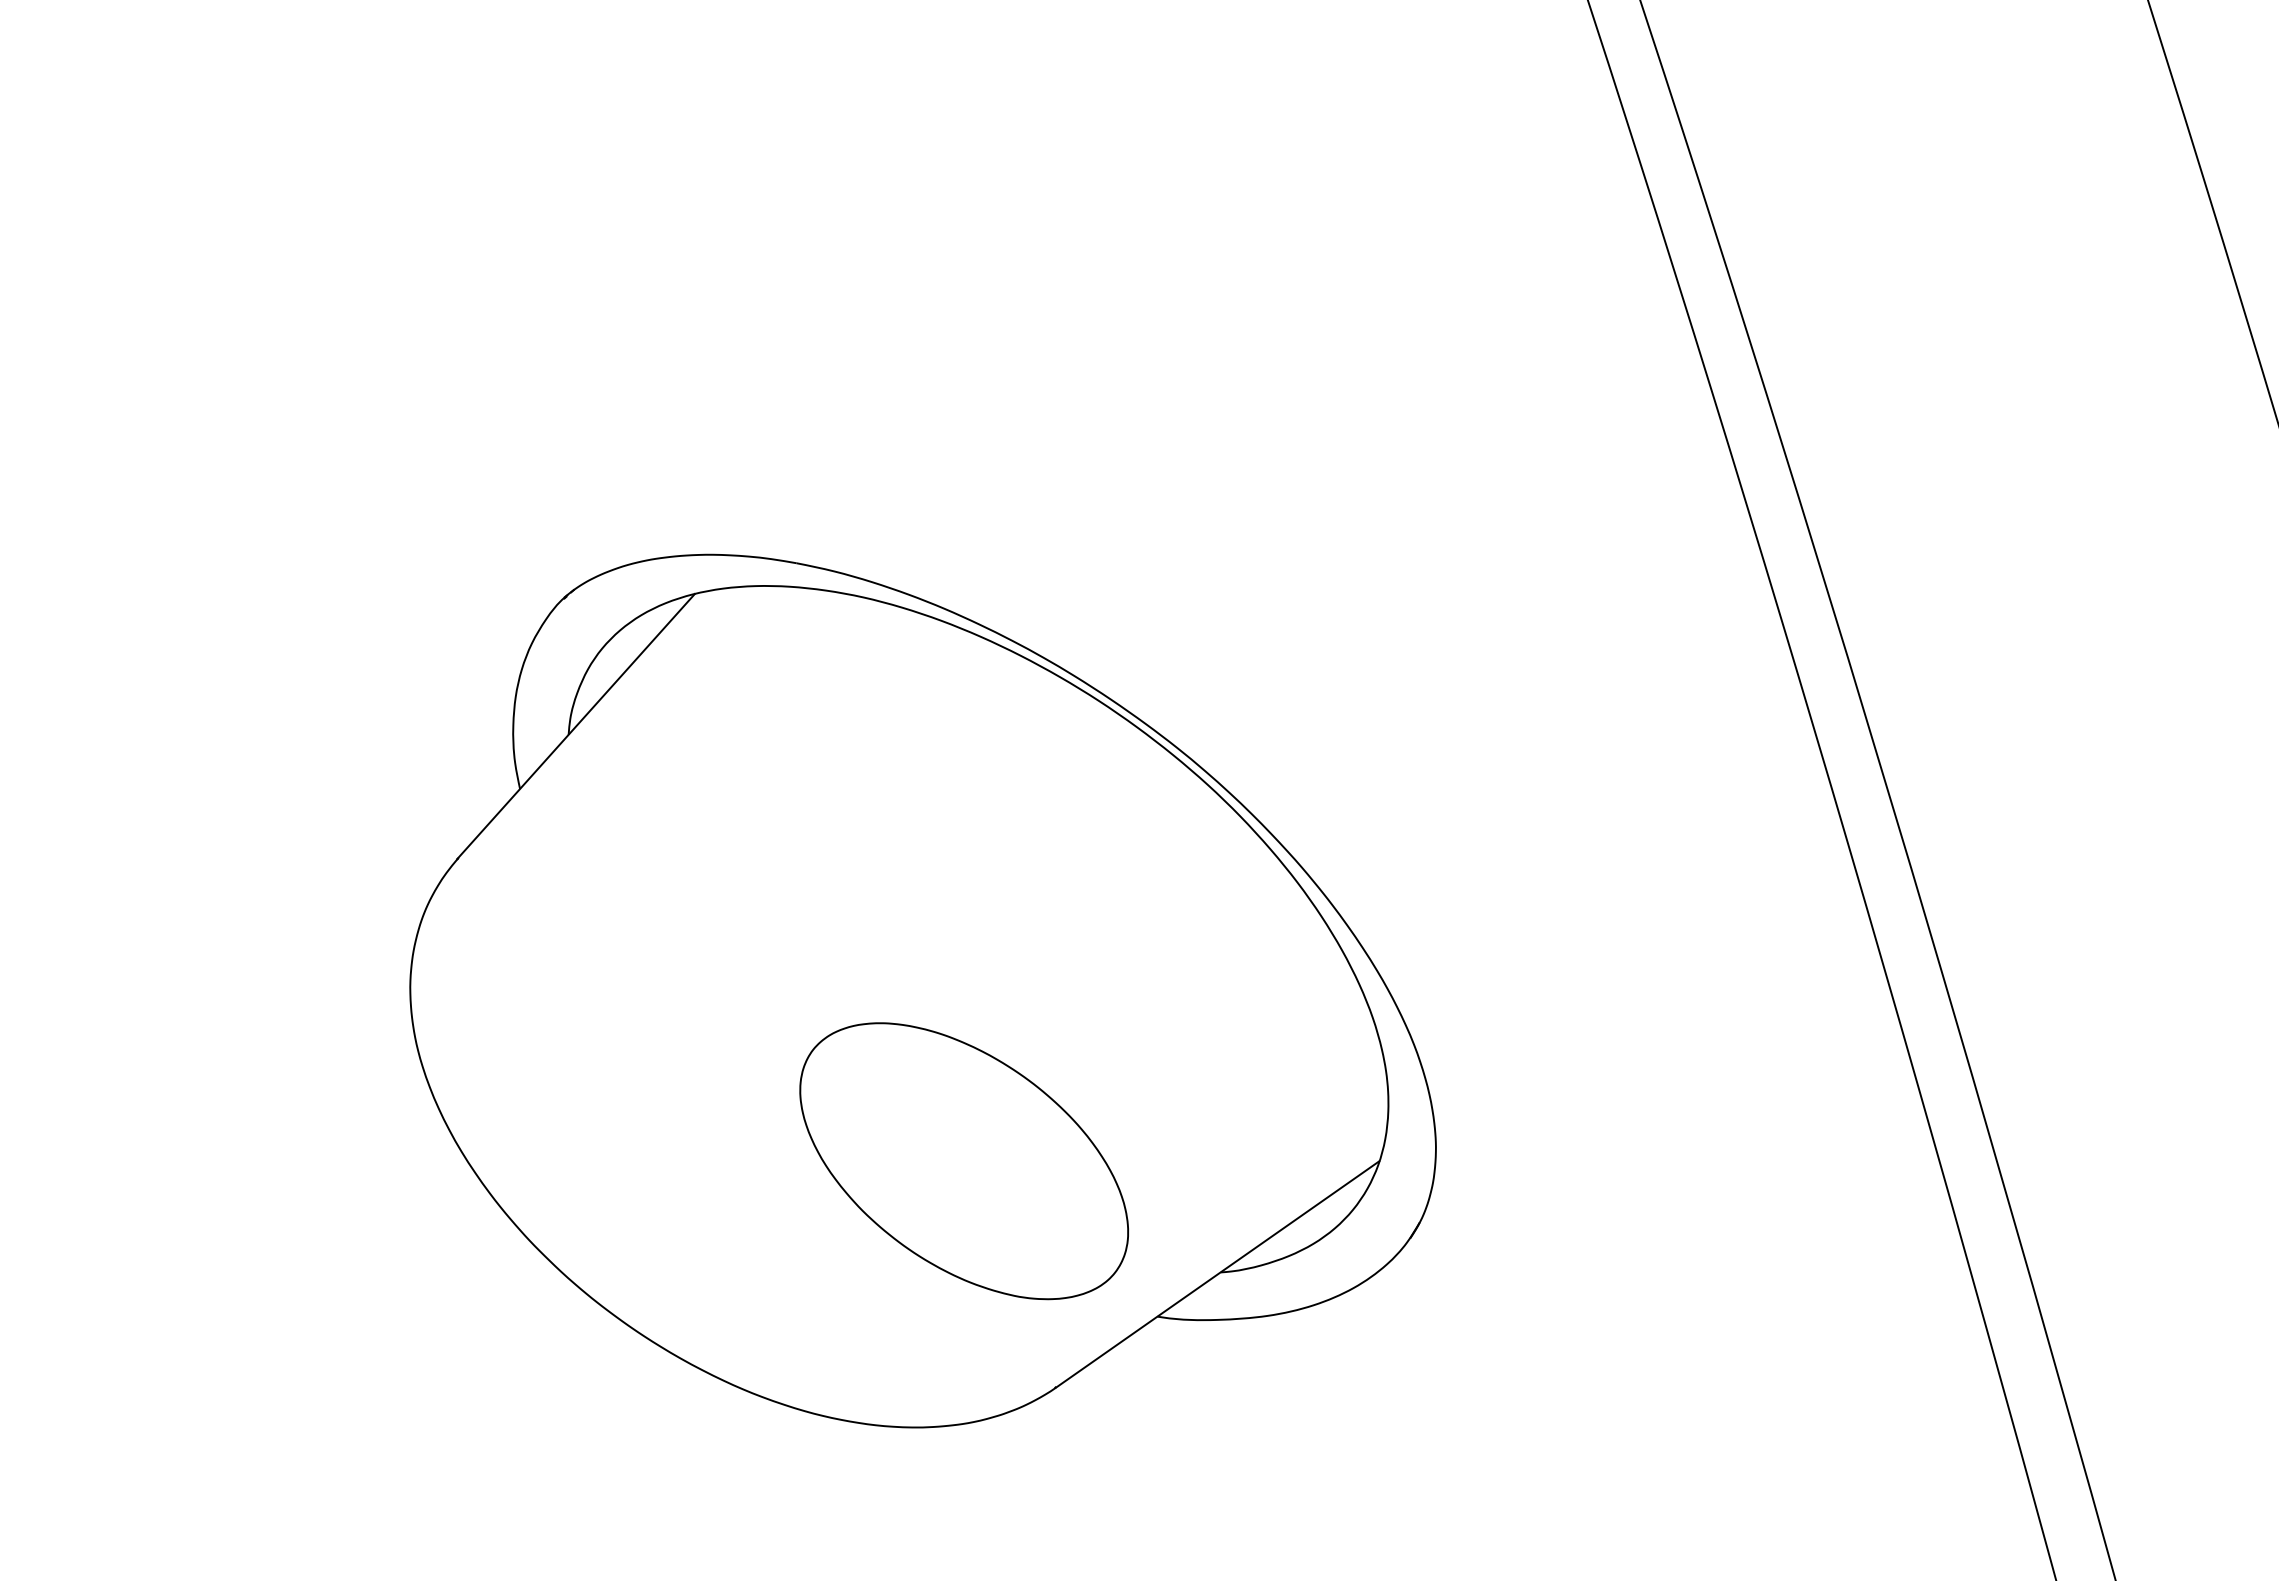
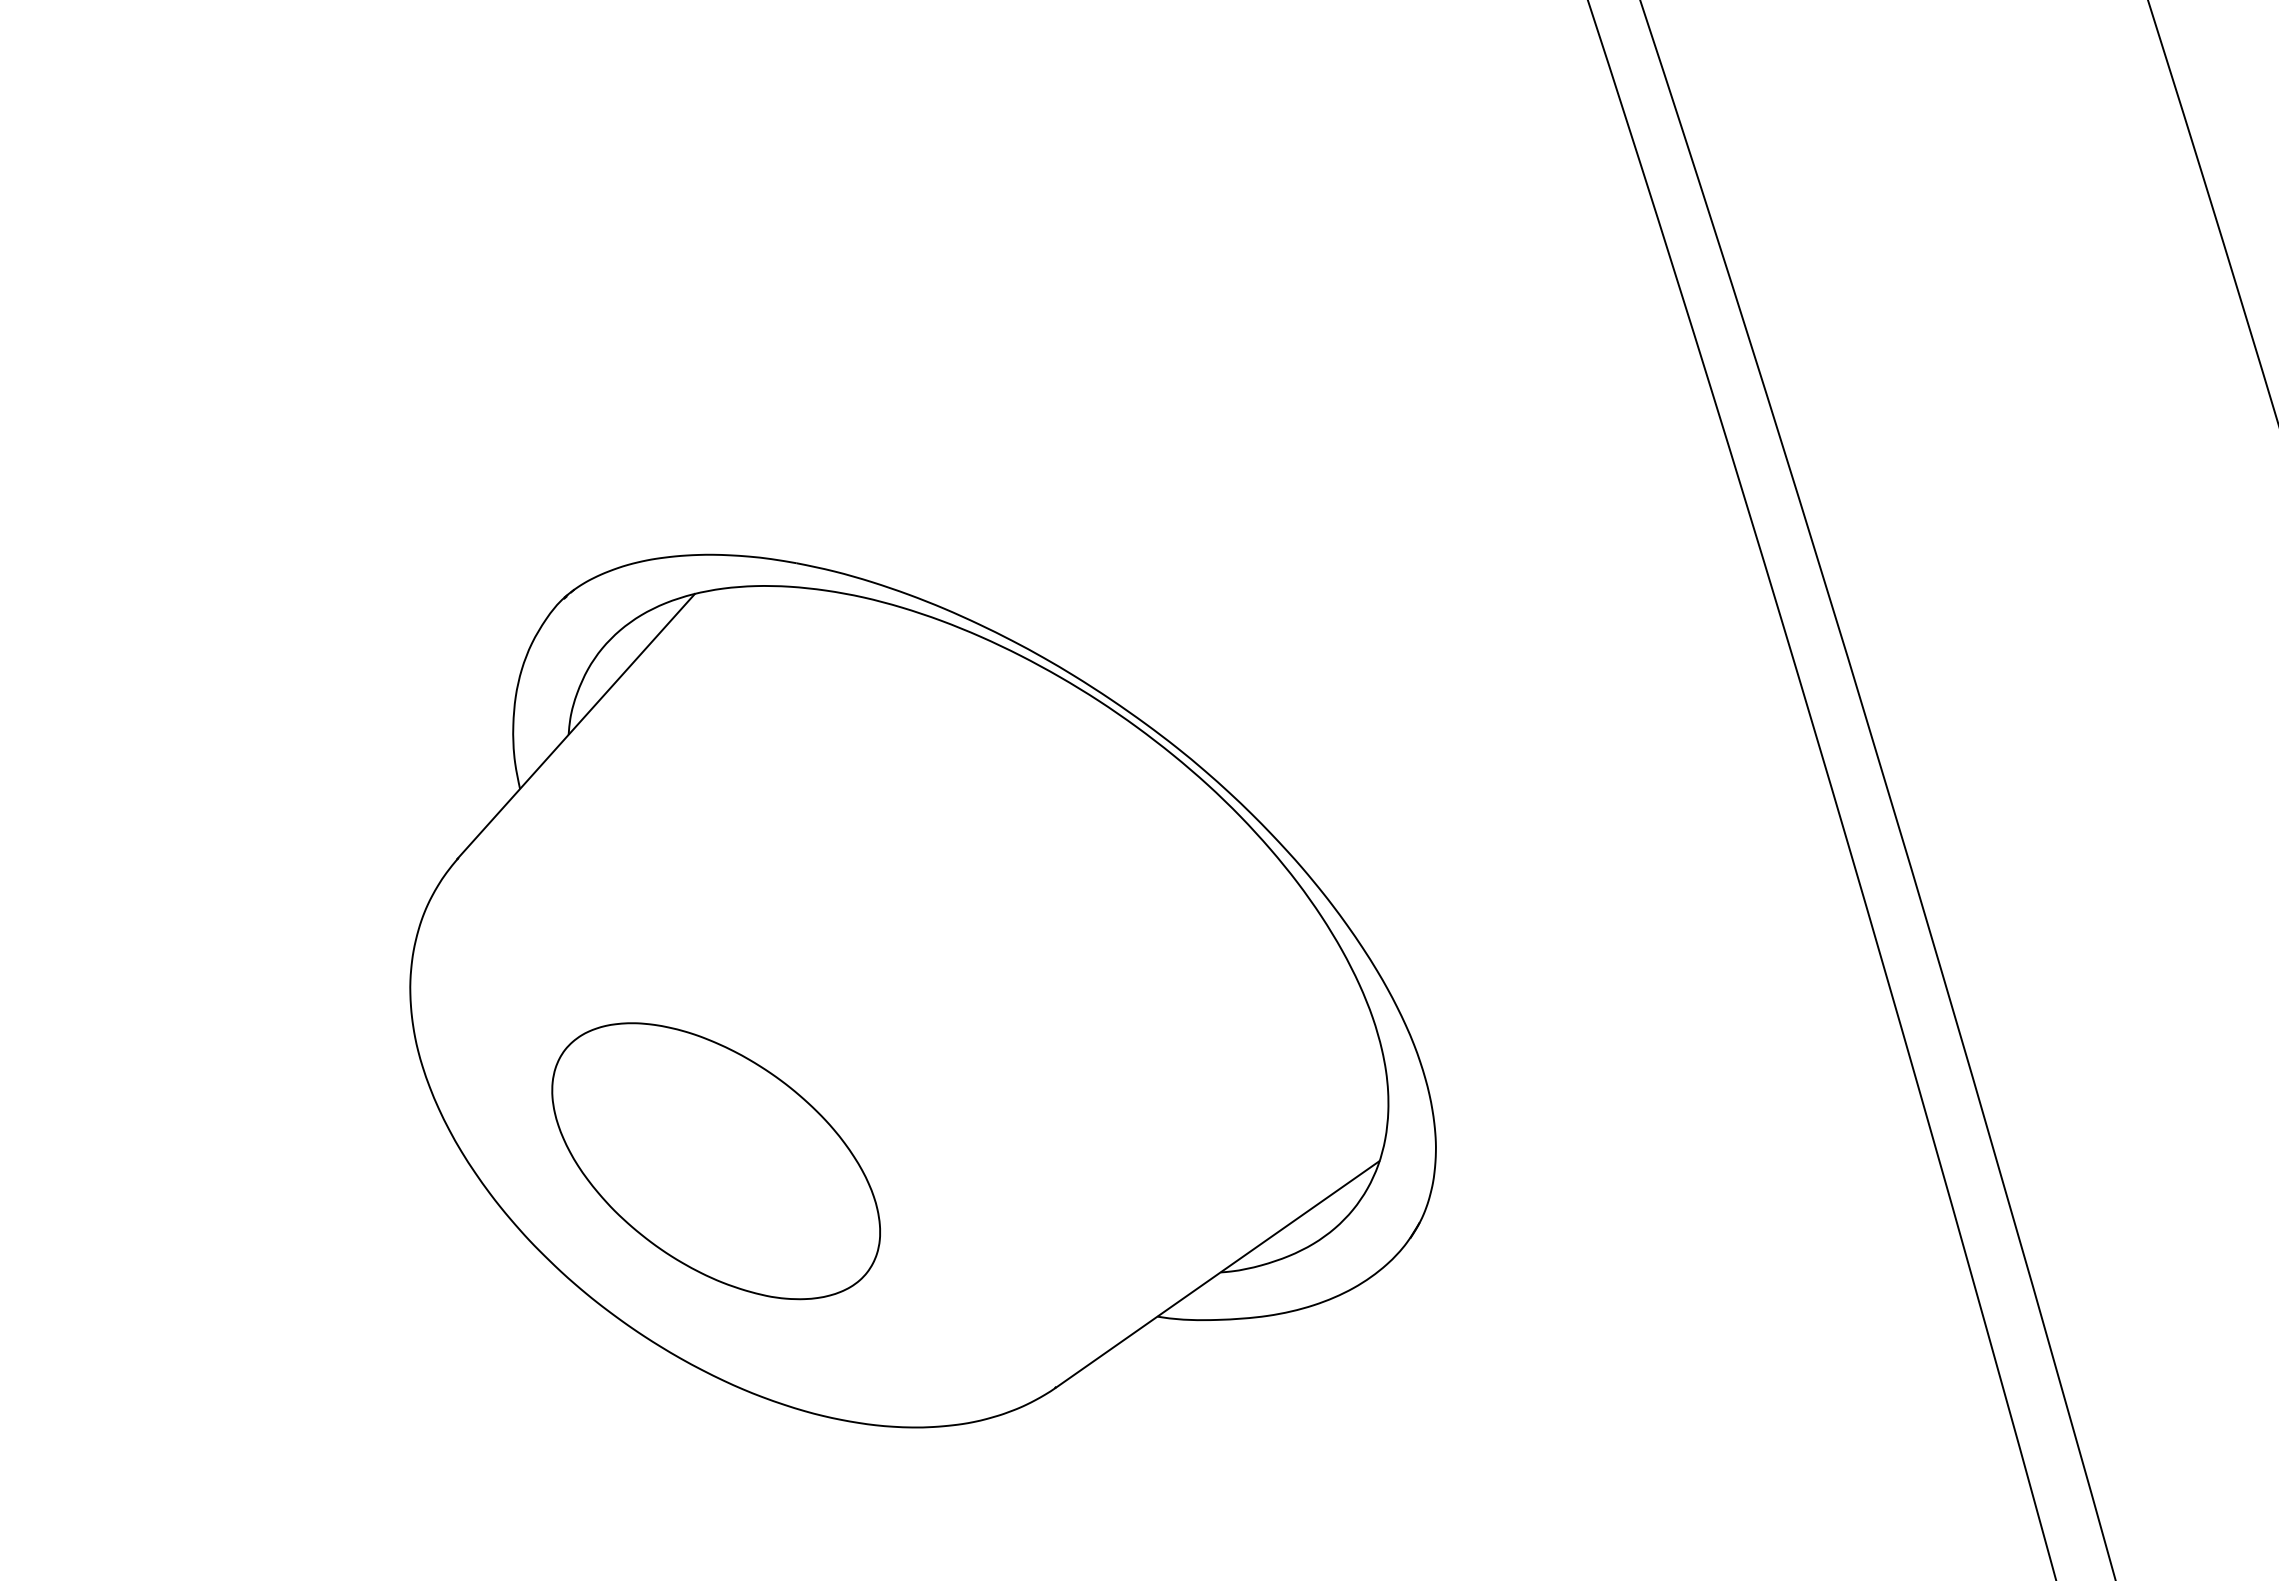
part at (963, 1161) position: (963, 1161) -> (715, 1161)
